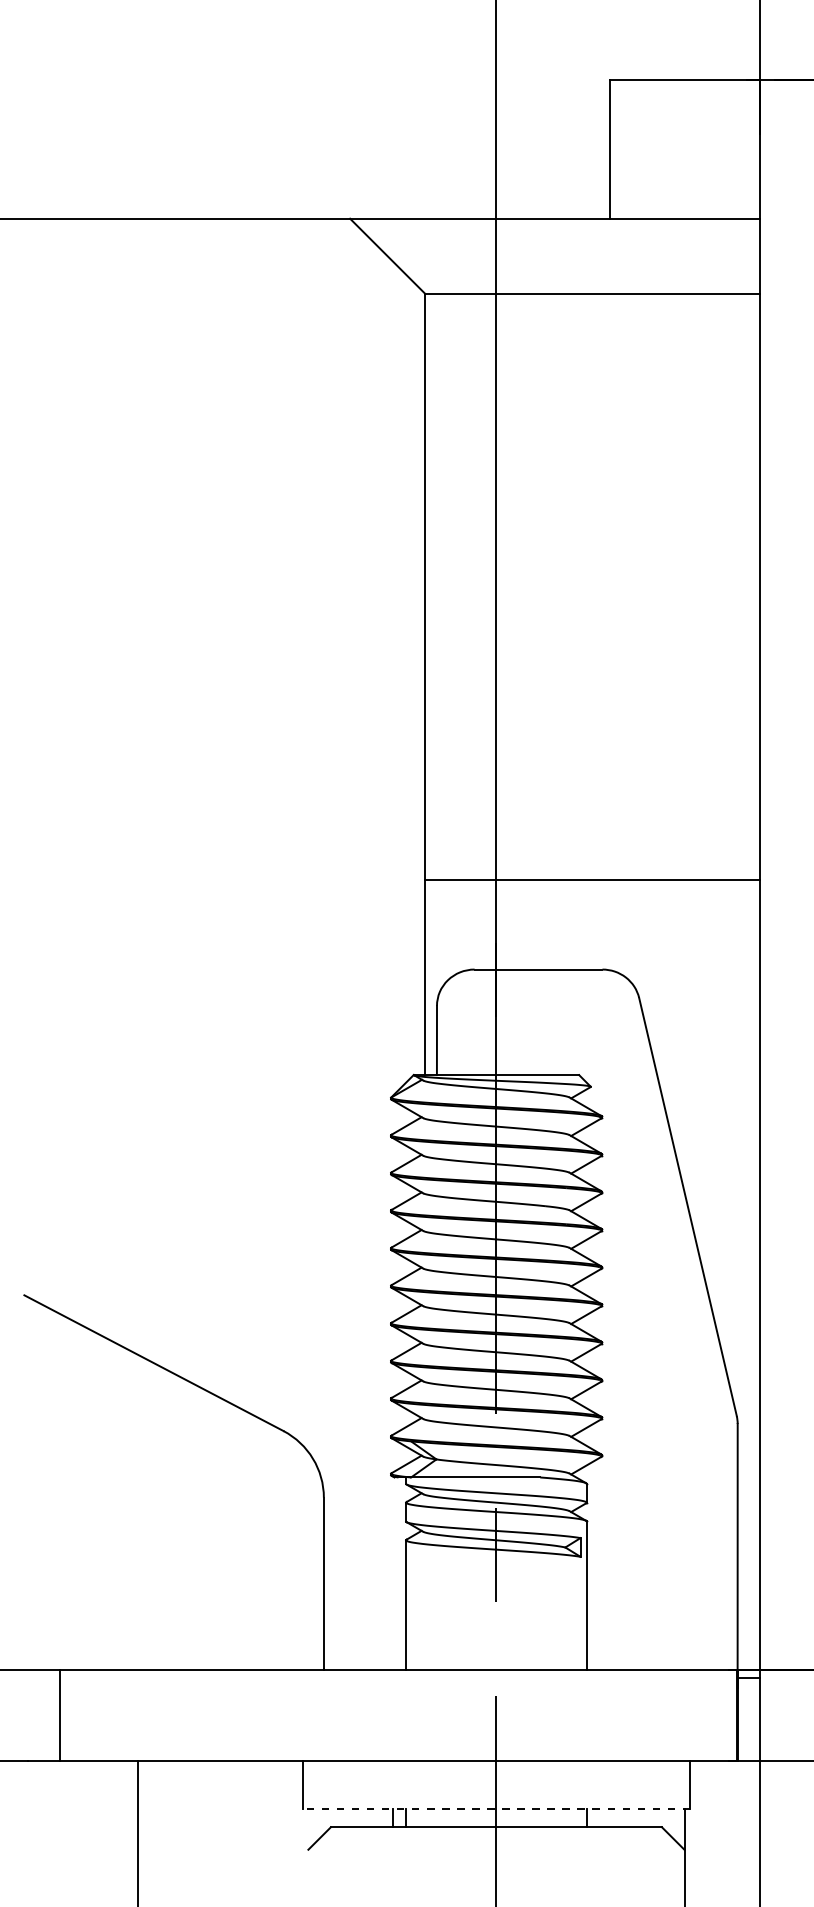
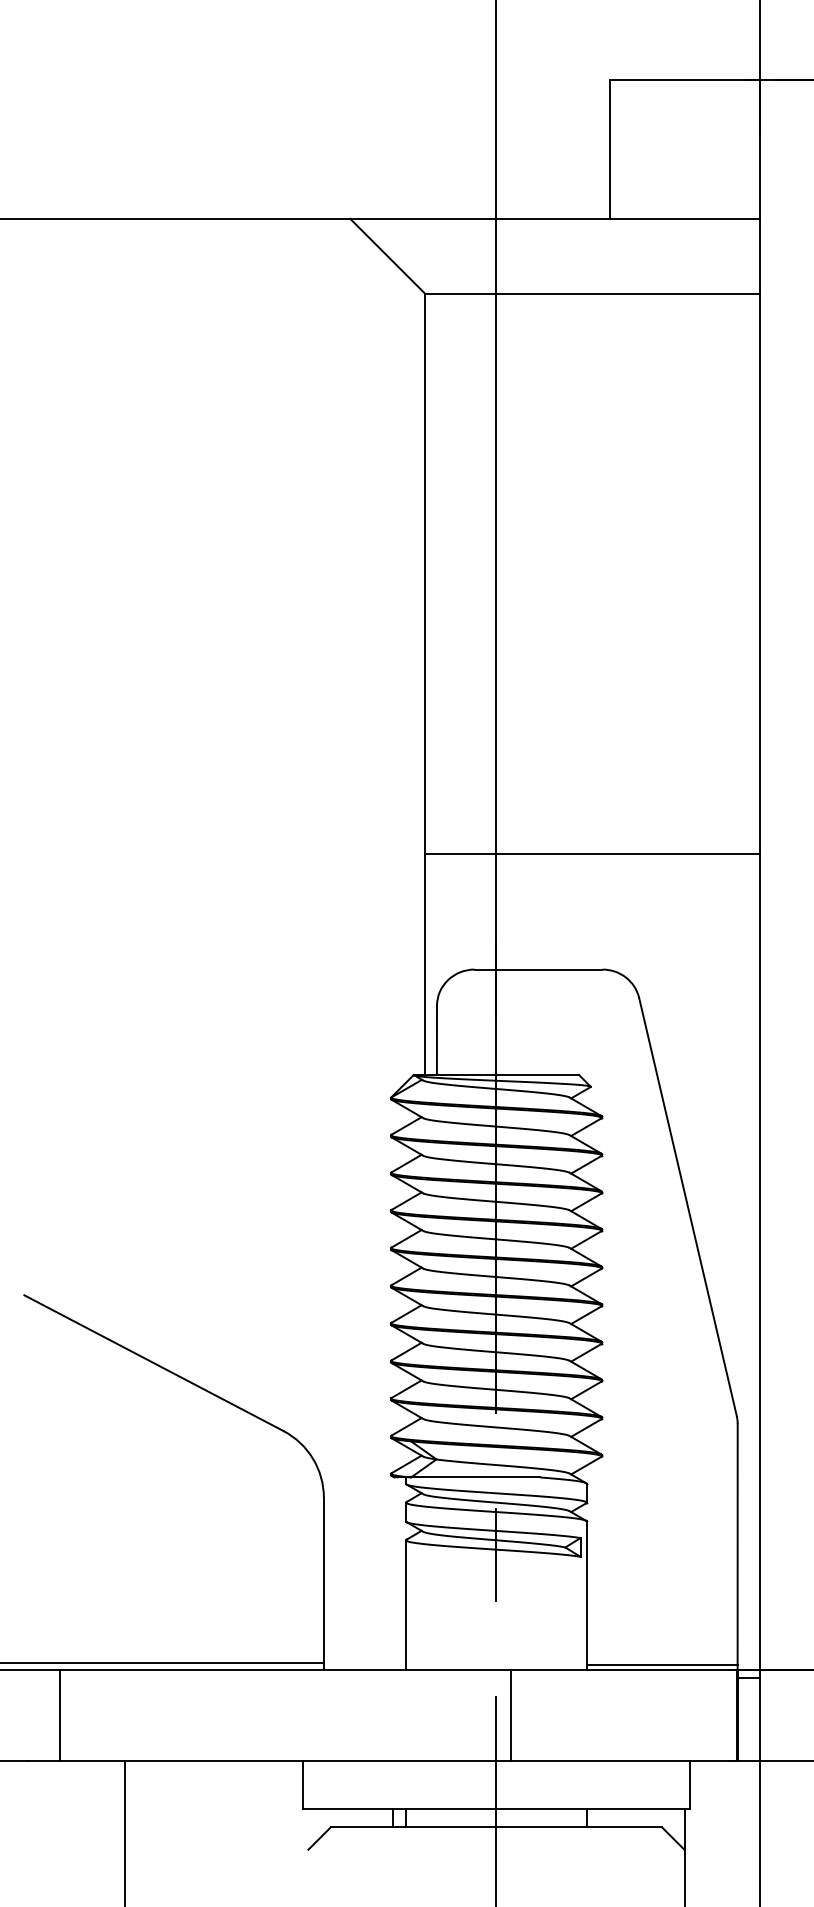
line at (592, 880) position: (592, 880) -> (592, 854)
line at (162, 1662): none -> present
line at (661, 1664): none -> present
line at (511, 1715): none -> present
line at (496, 1808): dashed -> solid
line at (137, 1831) position: (137, 1831) -> (124, 1831)
